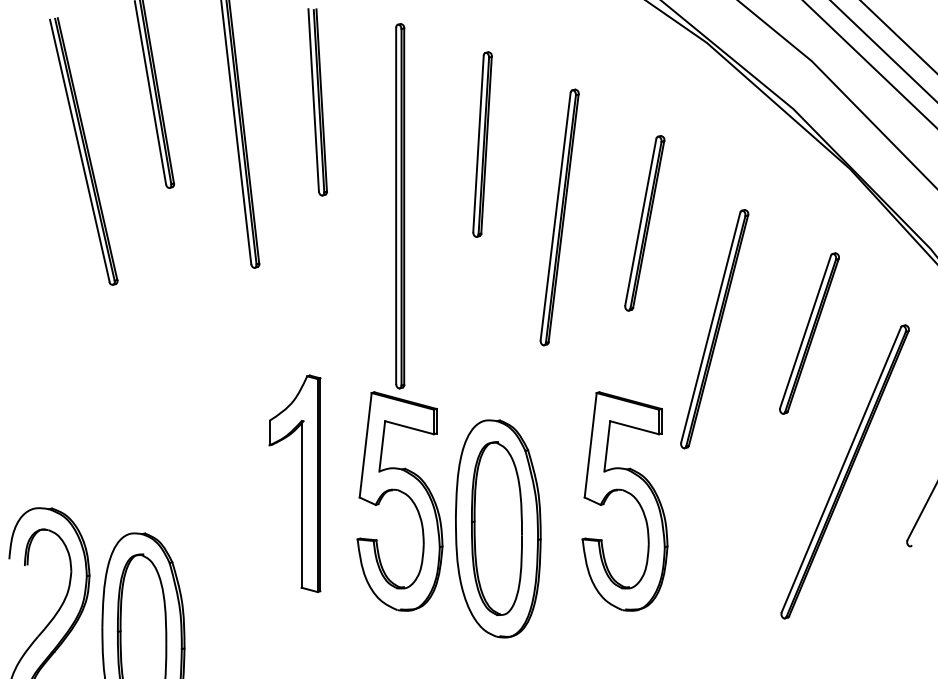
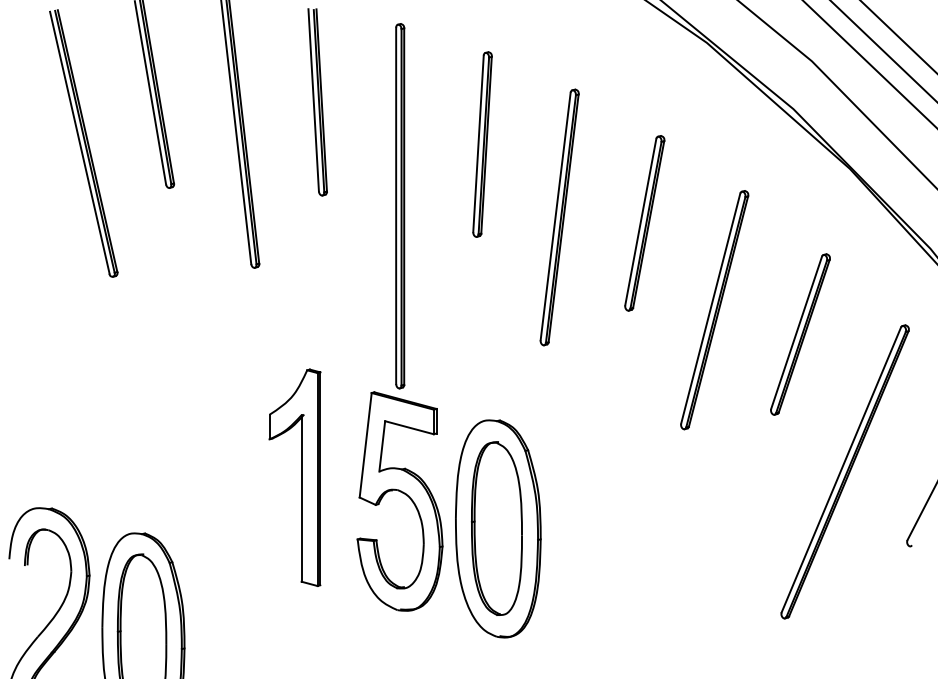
part at (83, 151) position: (83, 151) -> (83, 143)
part at (714, 329) position: (714, 329) -> (714, 310)
part at (809, 333) position: (809, 333) -> (800, 334)
part at (301, 483) position: (301, 483) -> (301, 477)
part at (630, 495): present -> none
